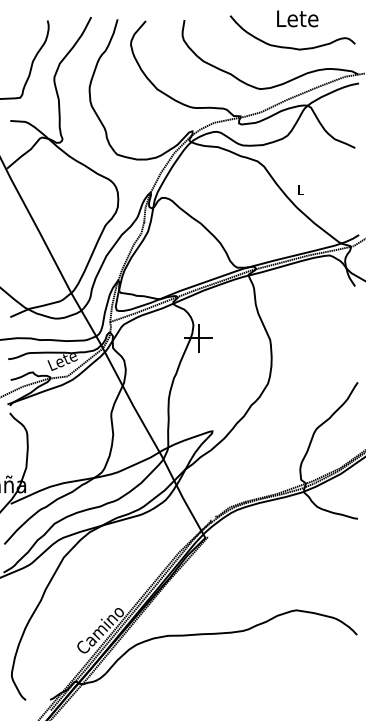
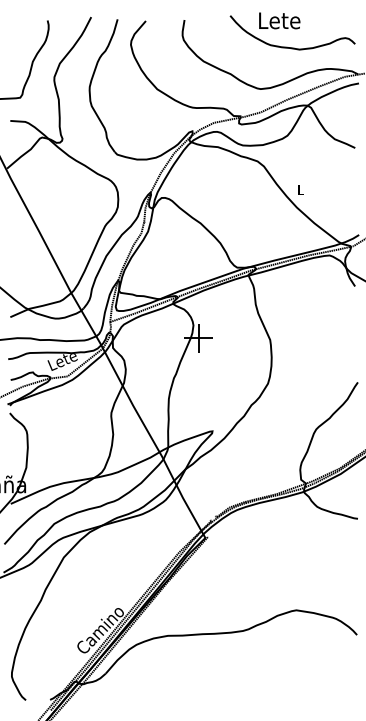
text at (297, 18) position: (297, 18) -> (279, 20)
